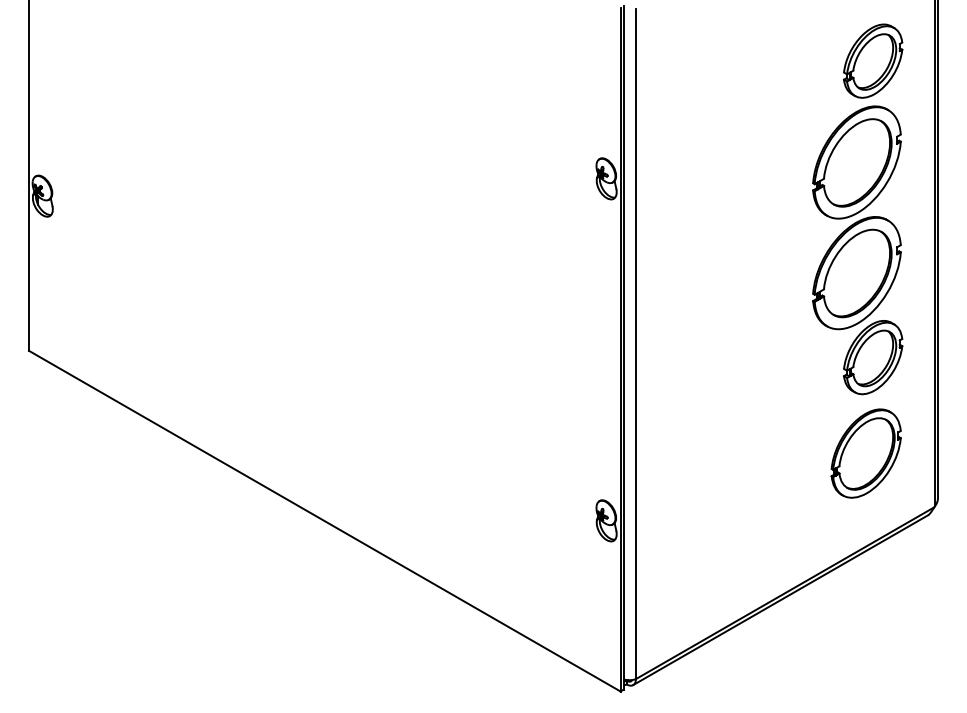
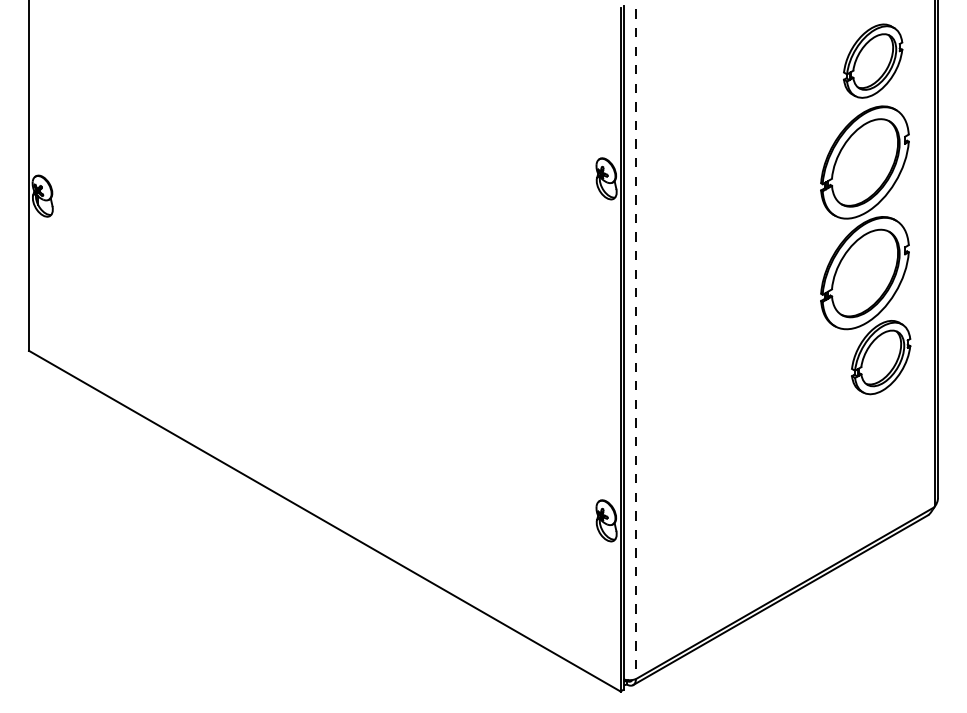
part at (857, 250) position: (857, 250) -> (865, 250)
line at (635, 344): solid -> dashed
part at (865, 453): present -> none
